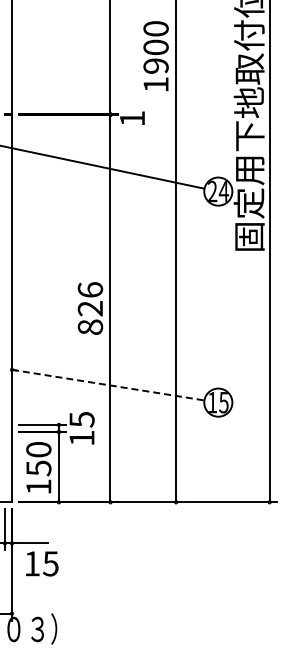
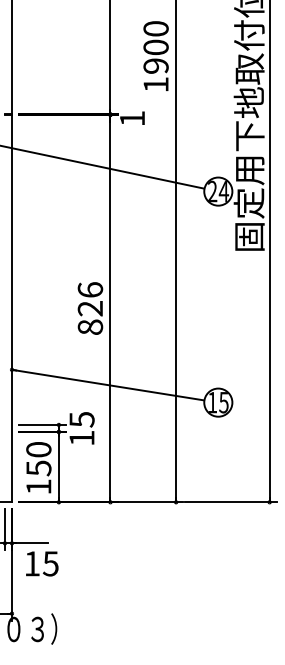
line at (108, 385): dashed -> solid
